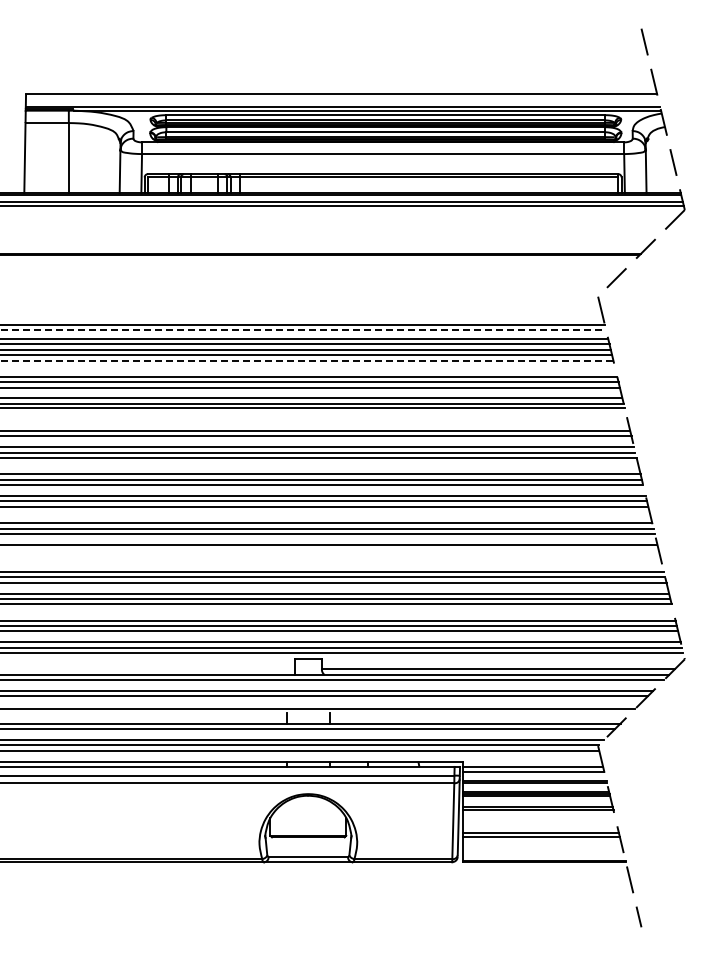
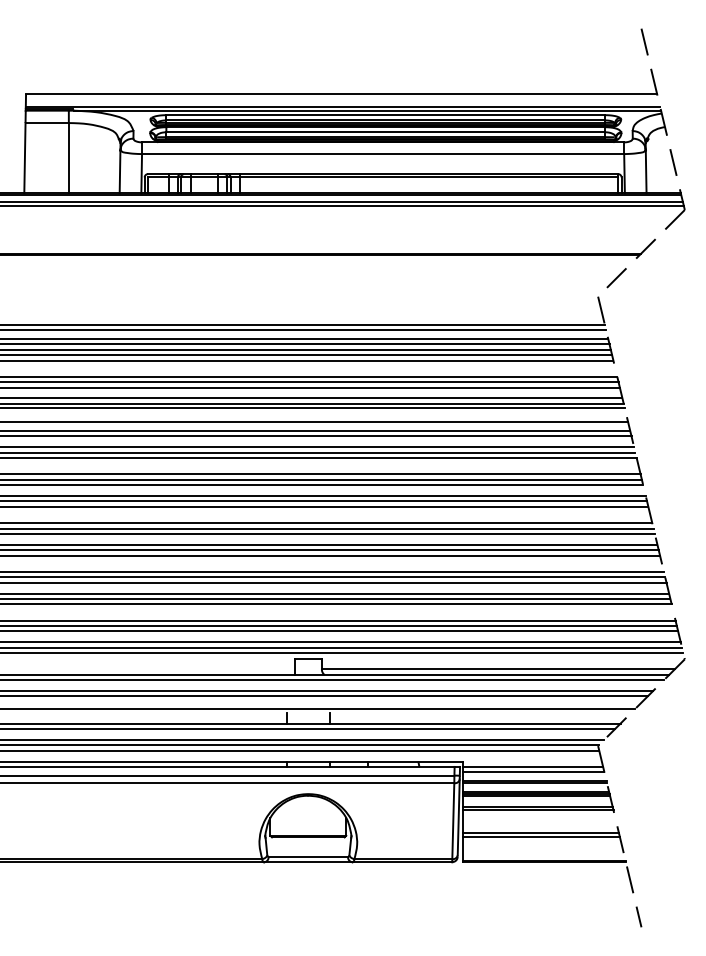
line at (303, 329): dashed -> solid
line at (306, 360): dashed -> solid
line at (315, 422): none -> present
line at (330, 550): none -> present
line at (331, 555): none -> present
